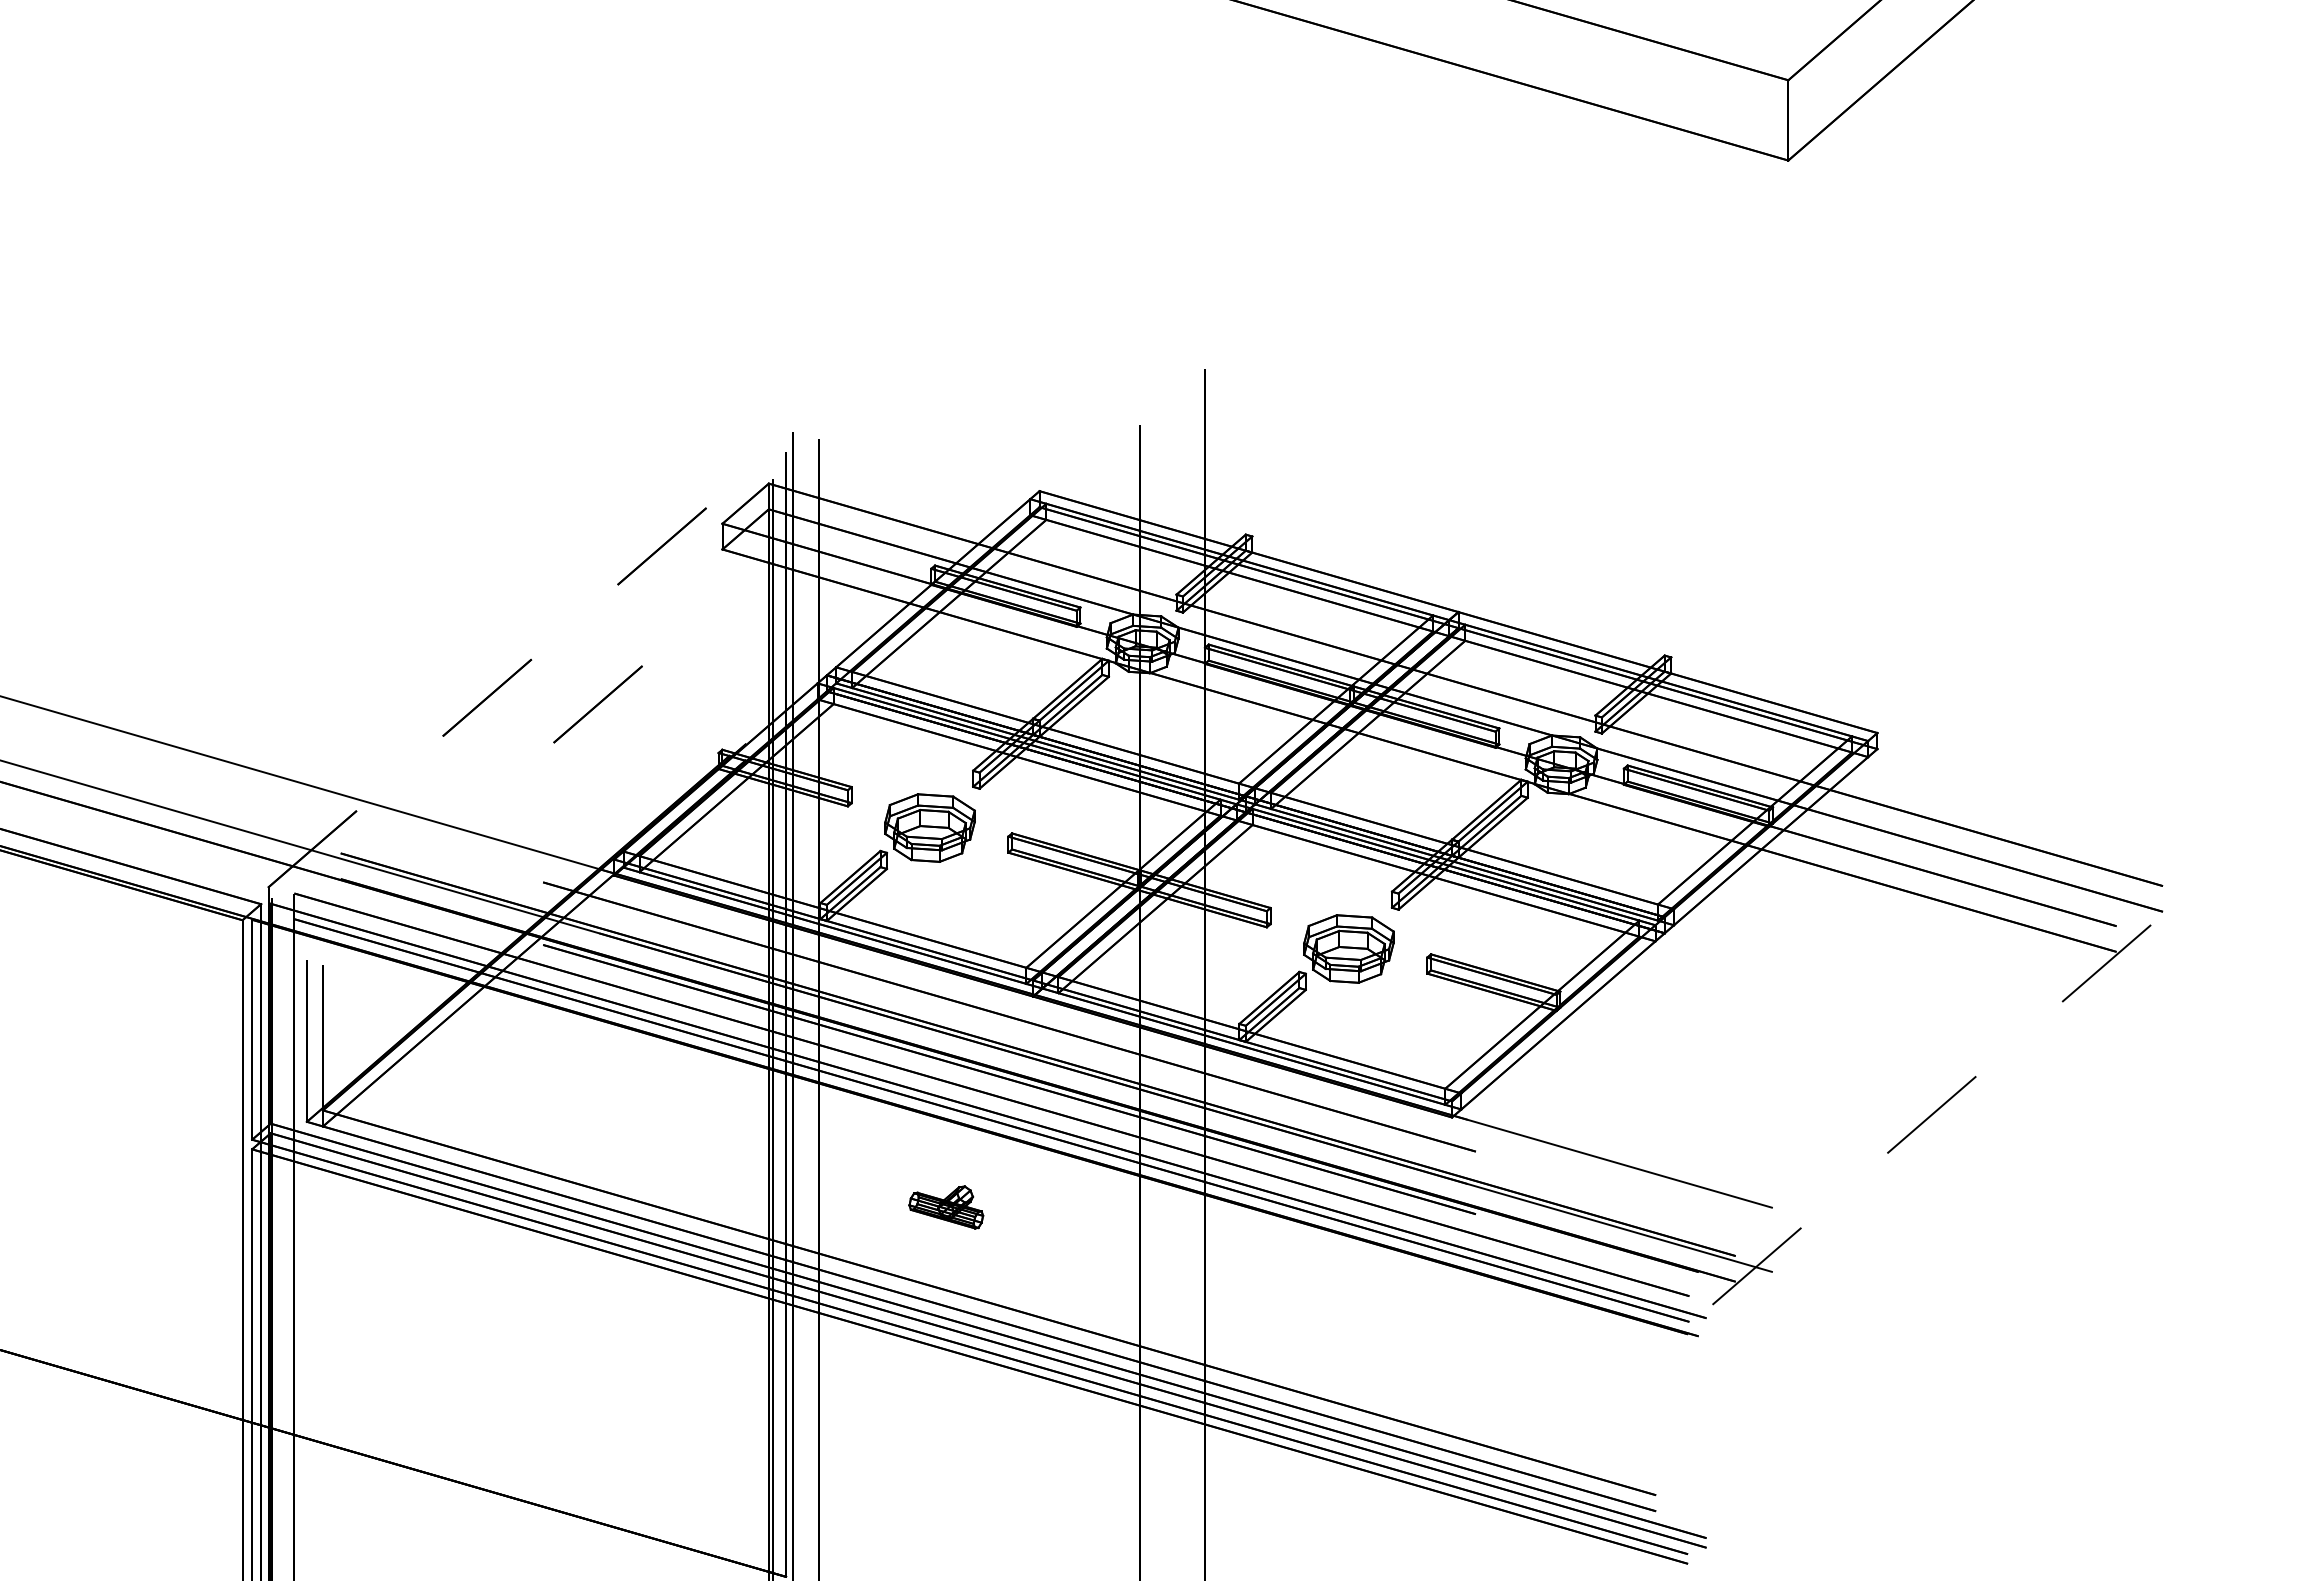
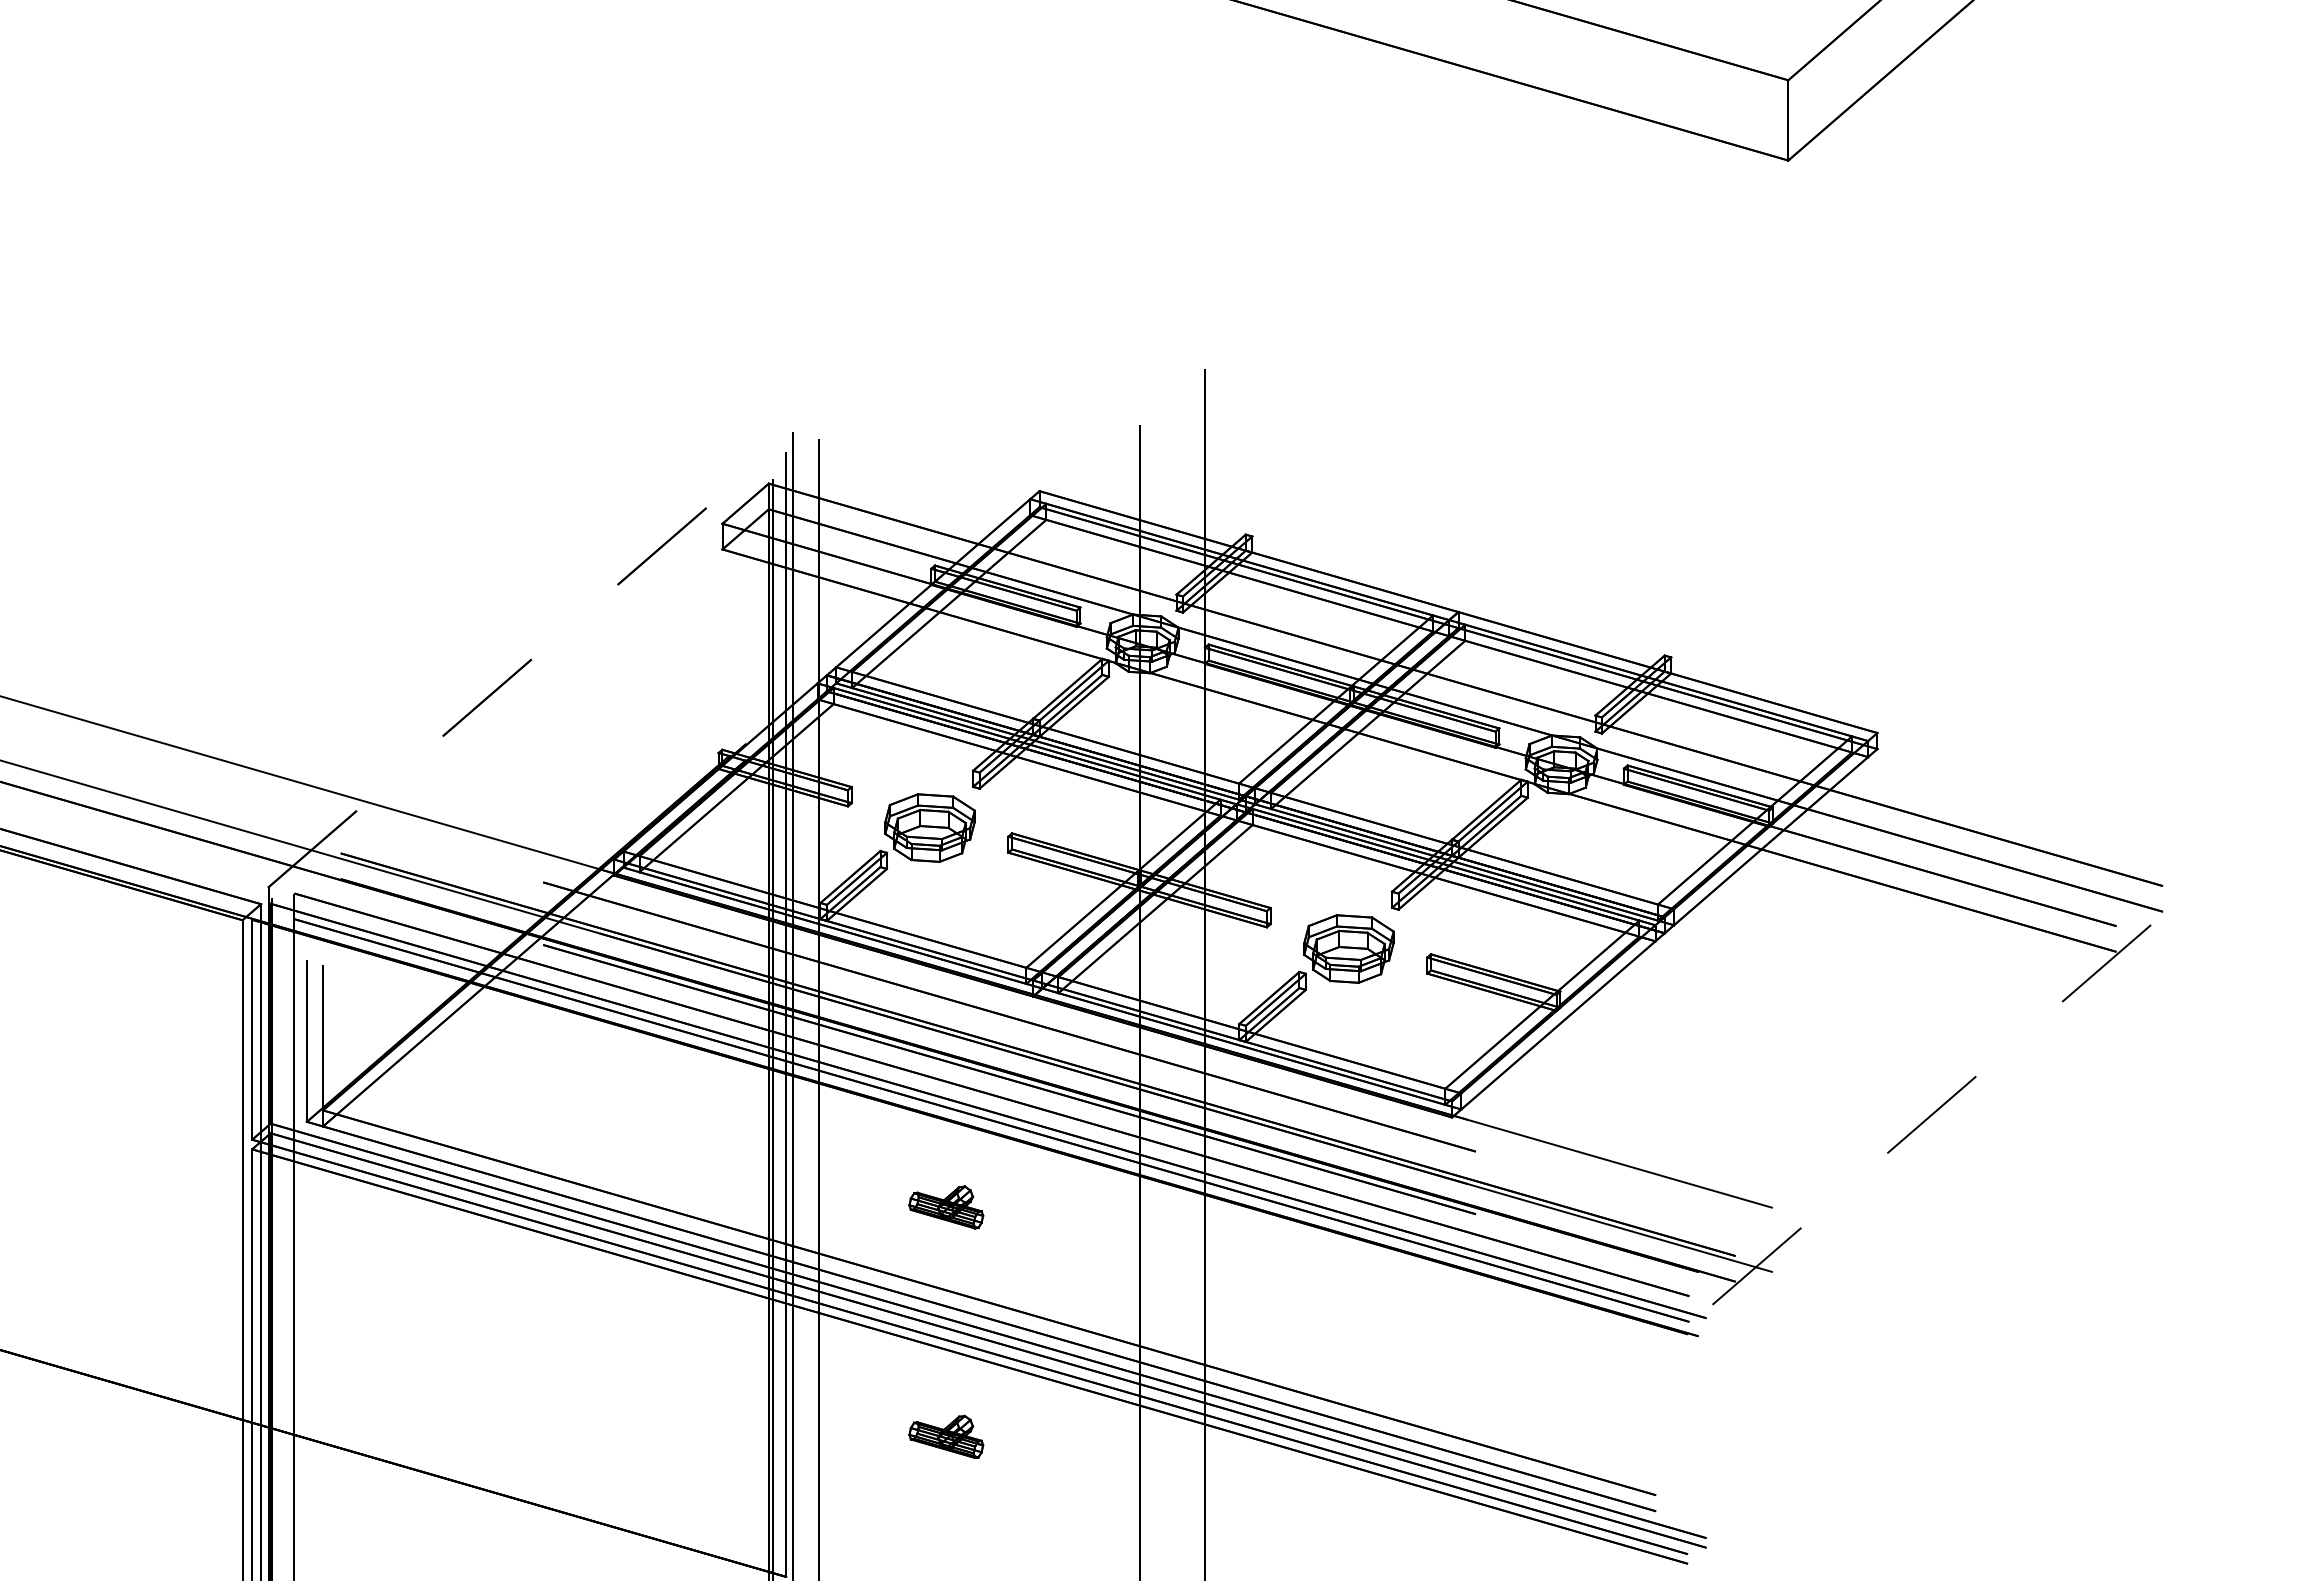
line at (597, 704): present -> none
part at (946, 1436): none -> present
